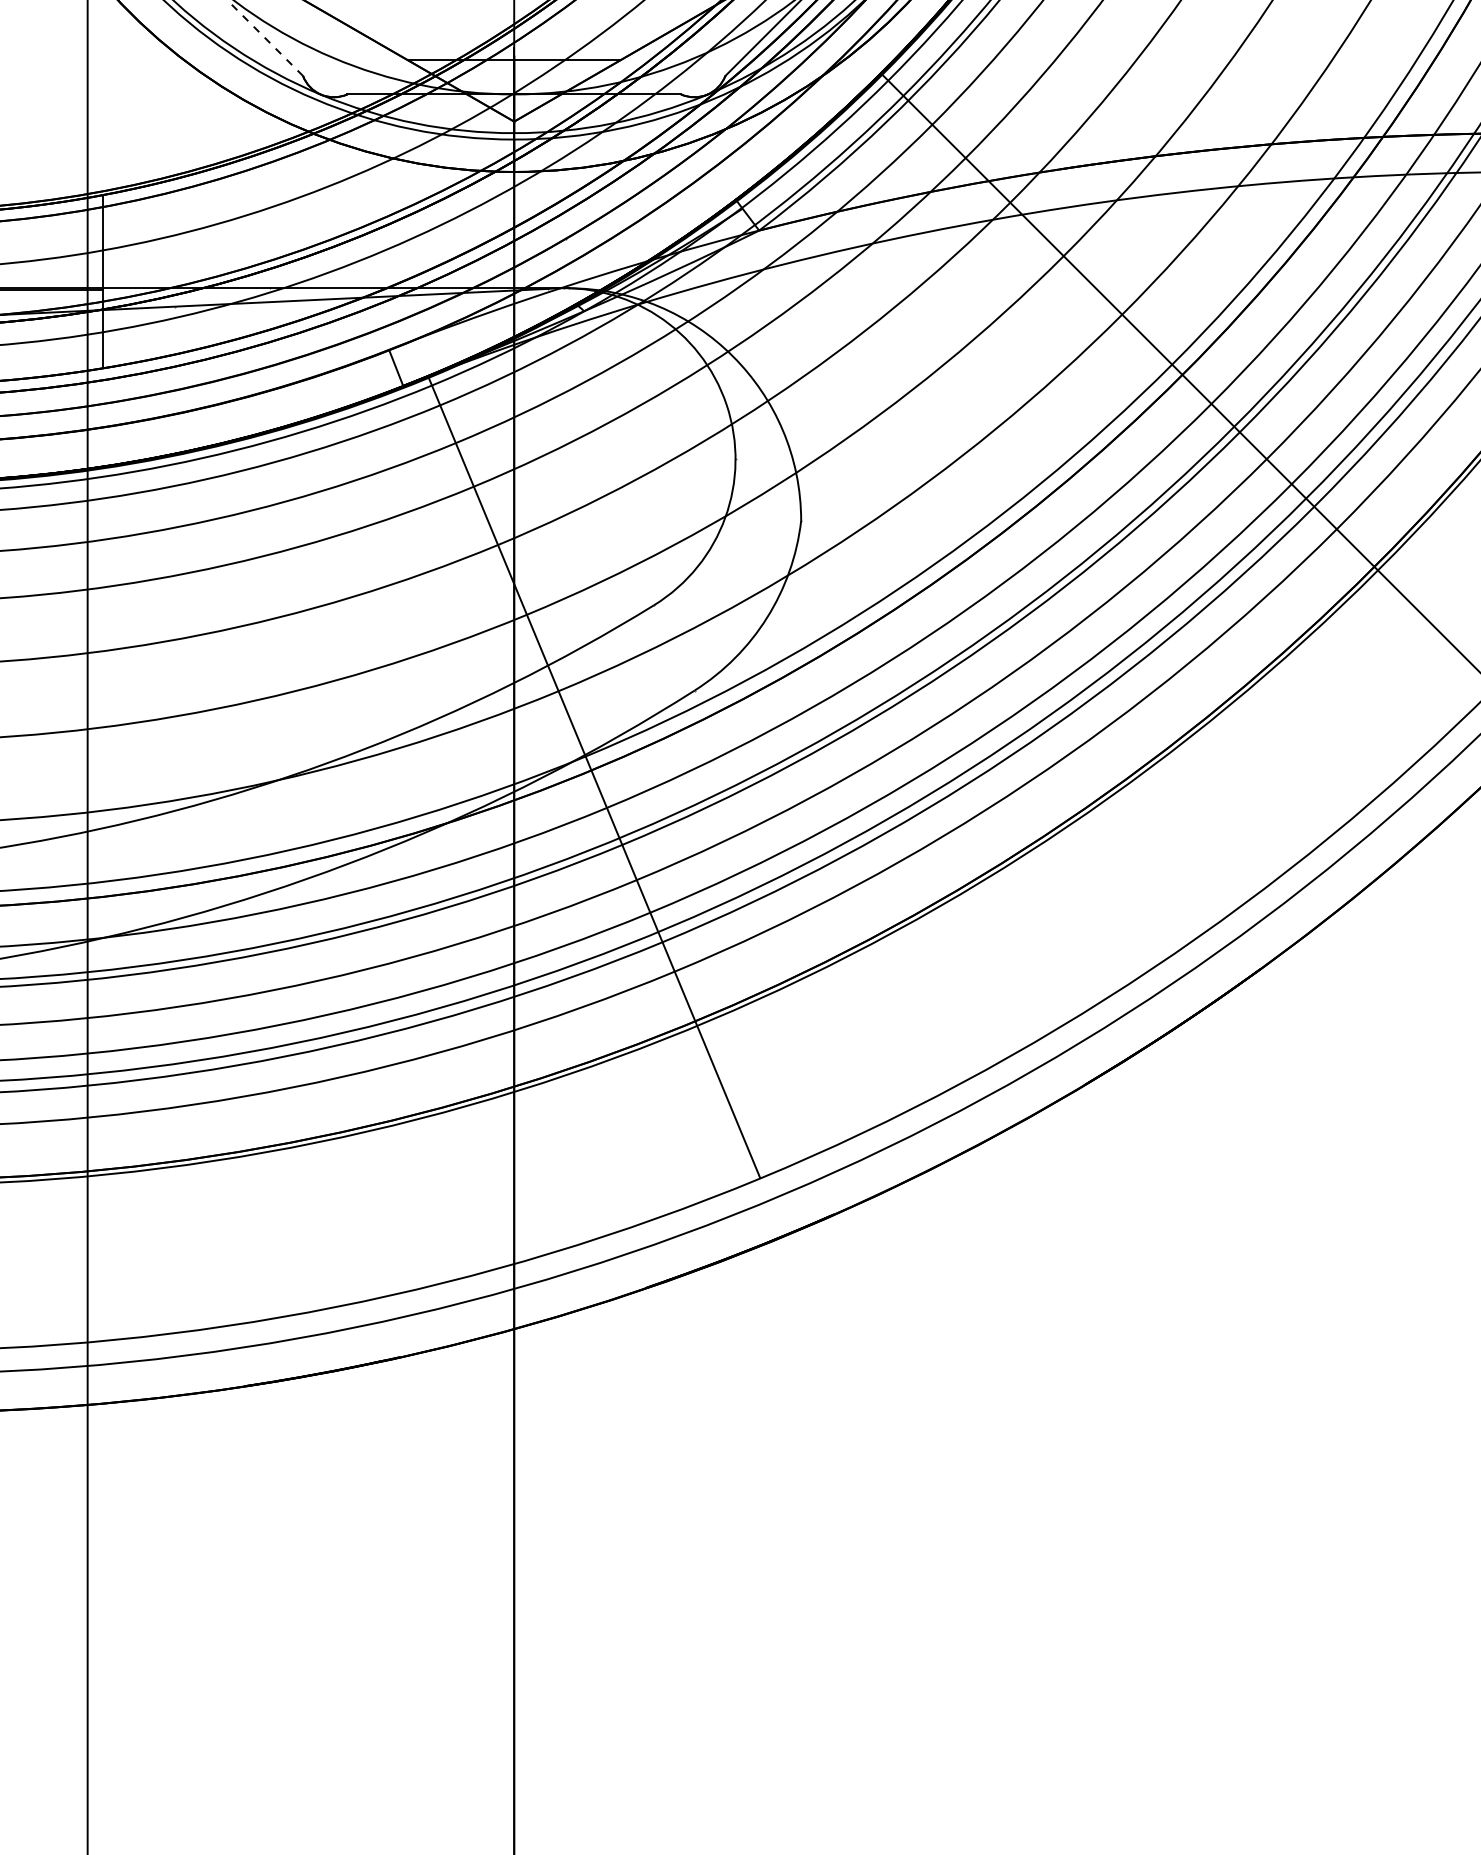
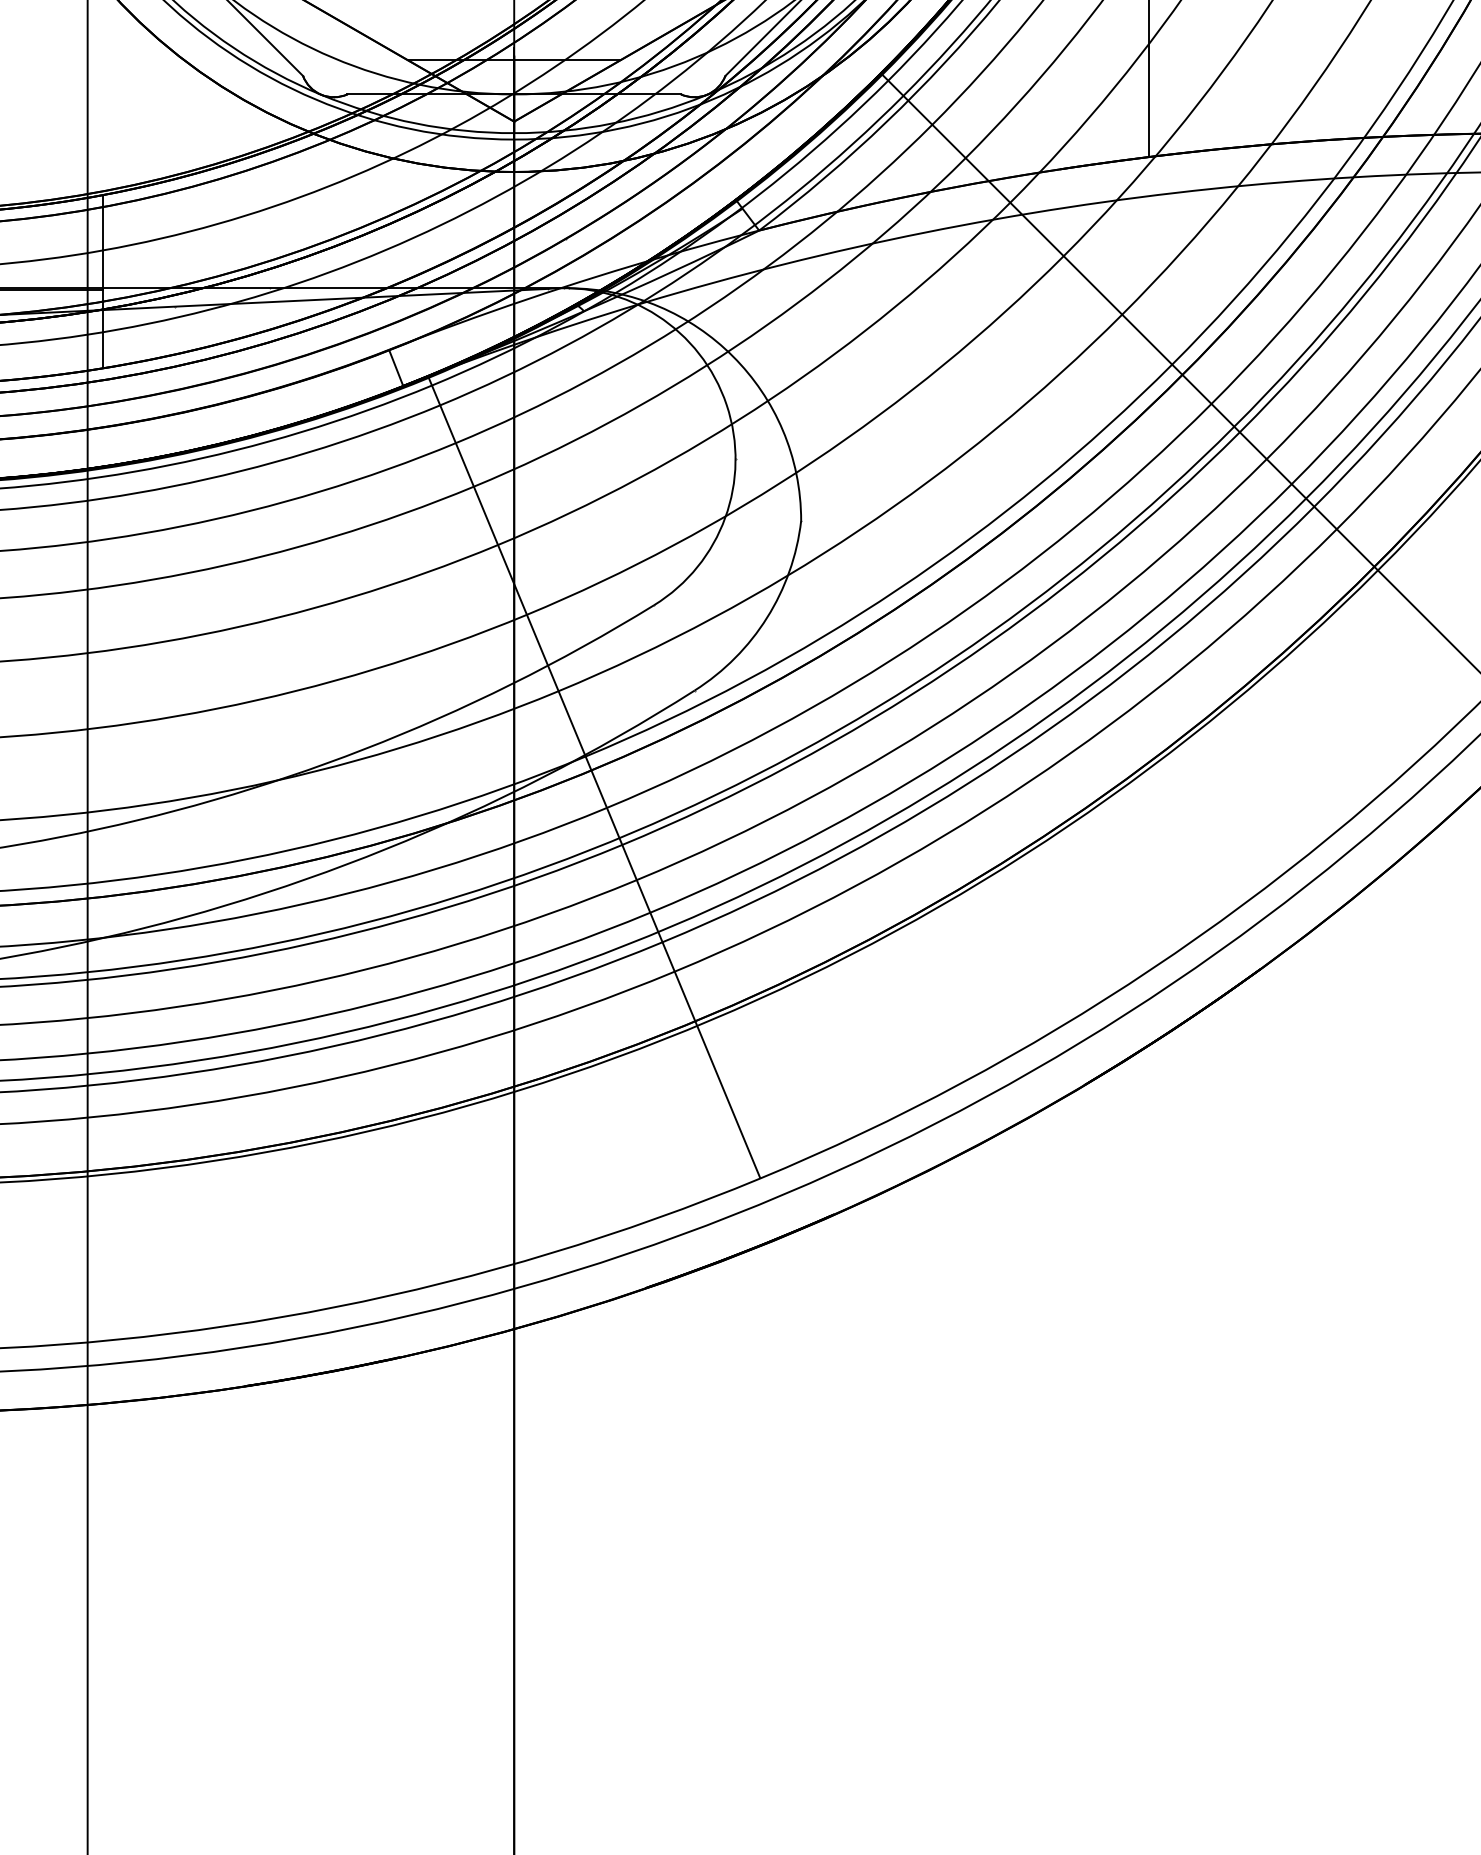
line at (264, 37): dashed -> solid
line at (1148, 79): none -> present
